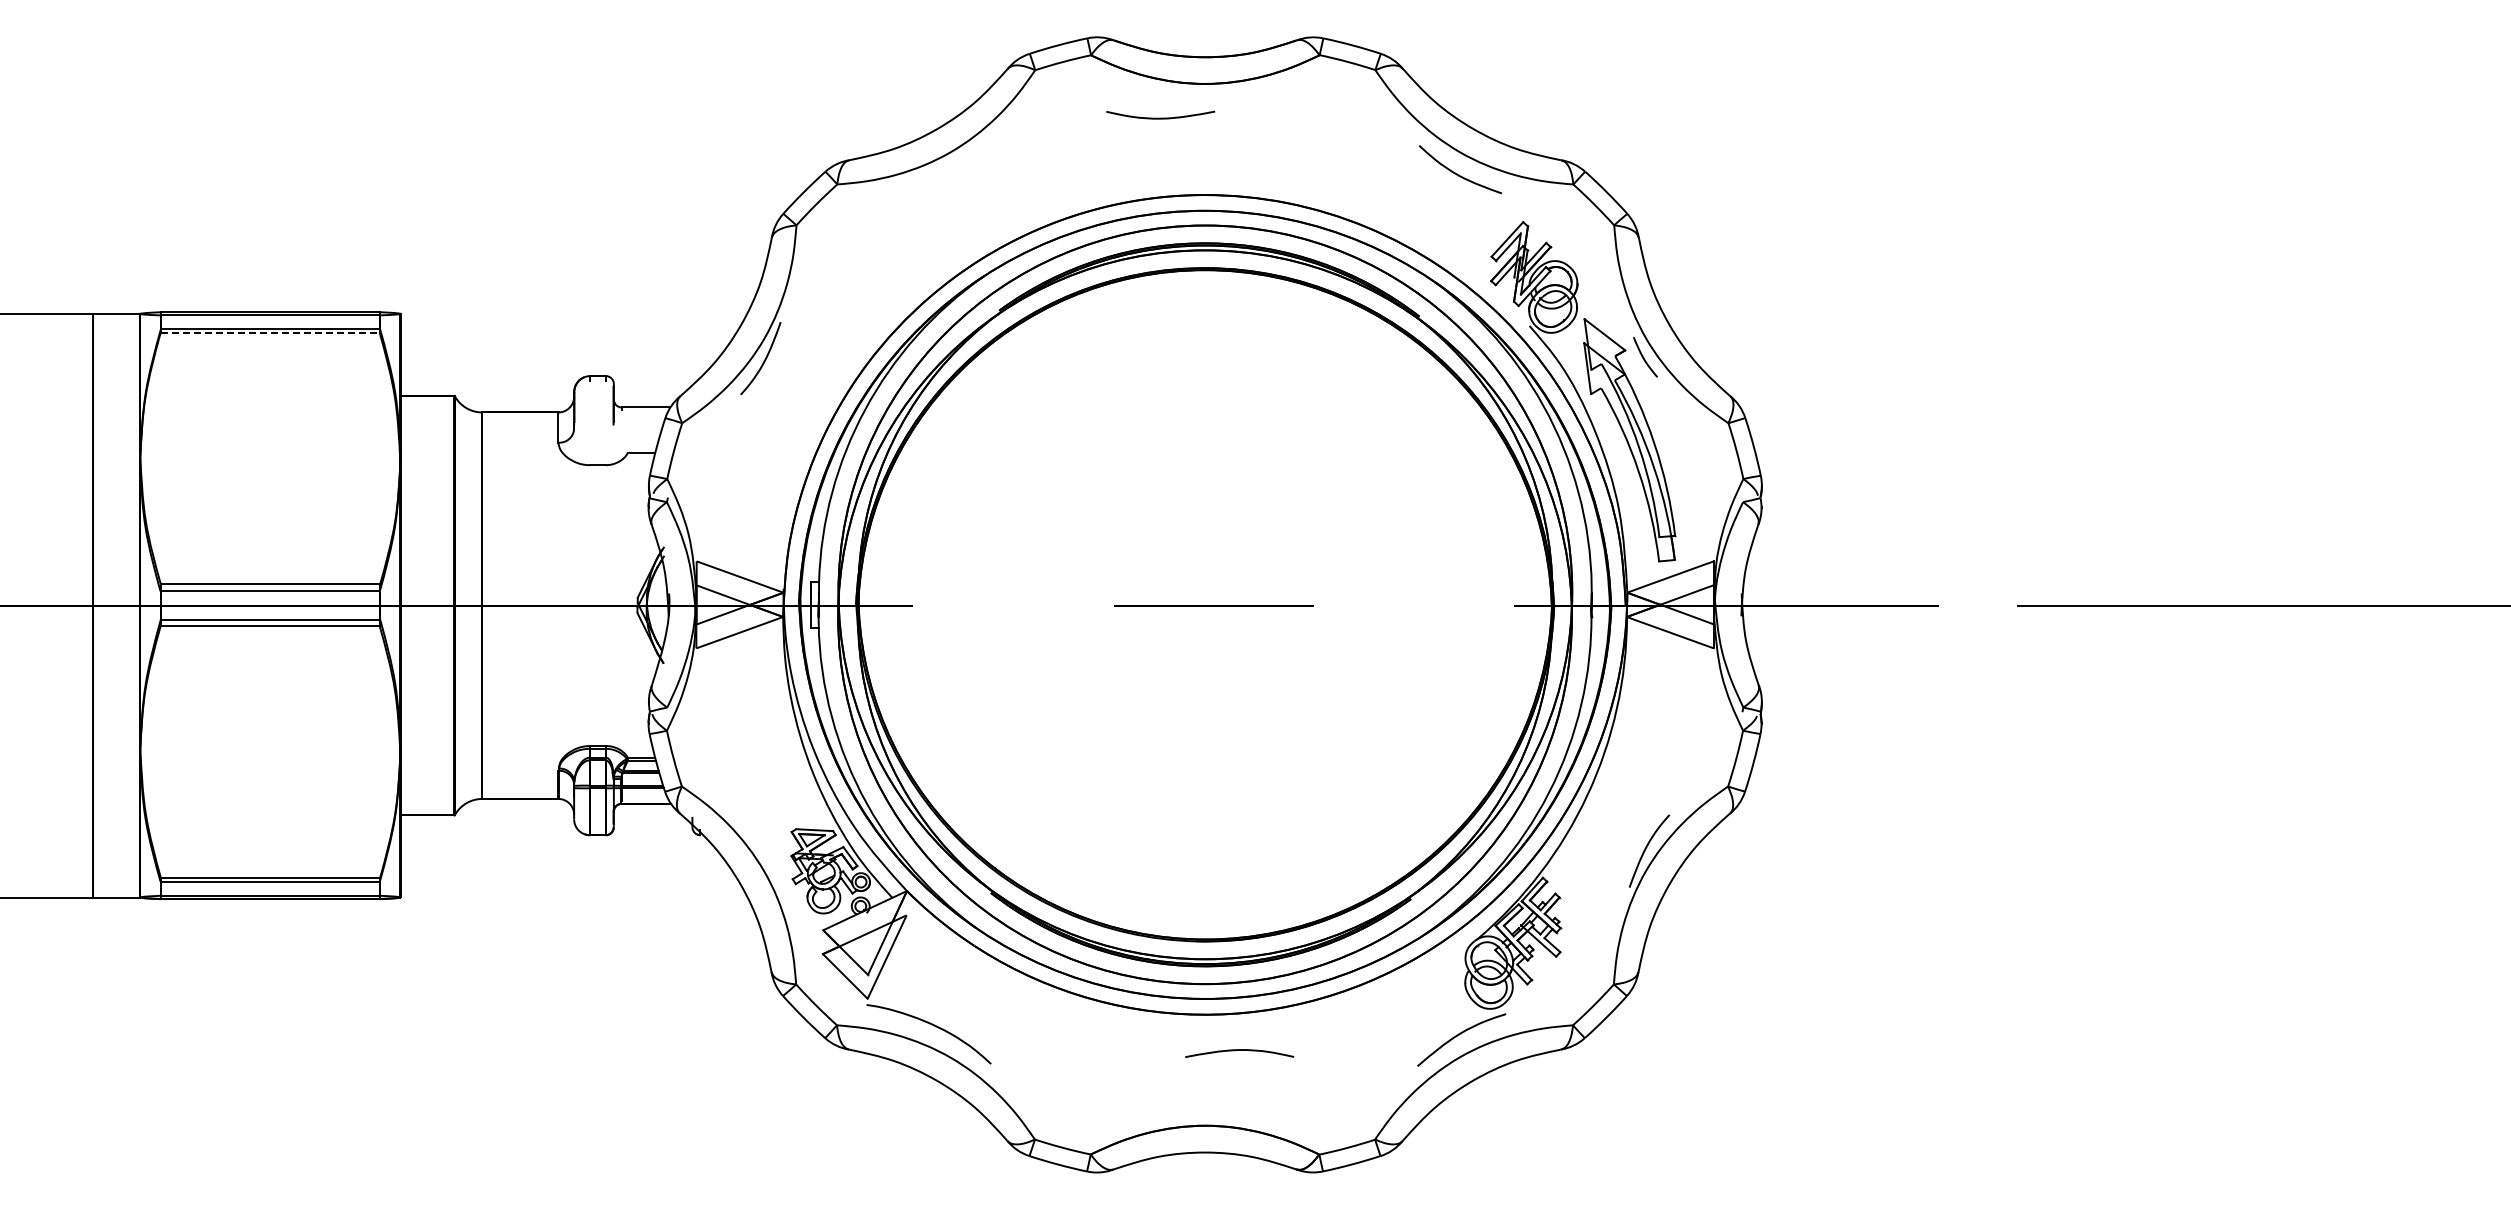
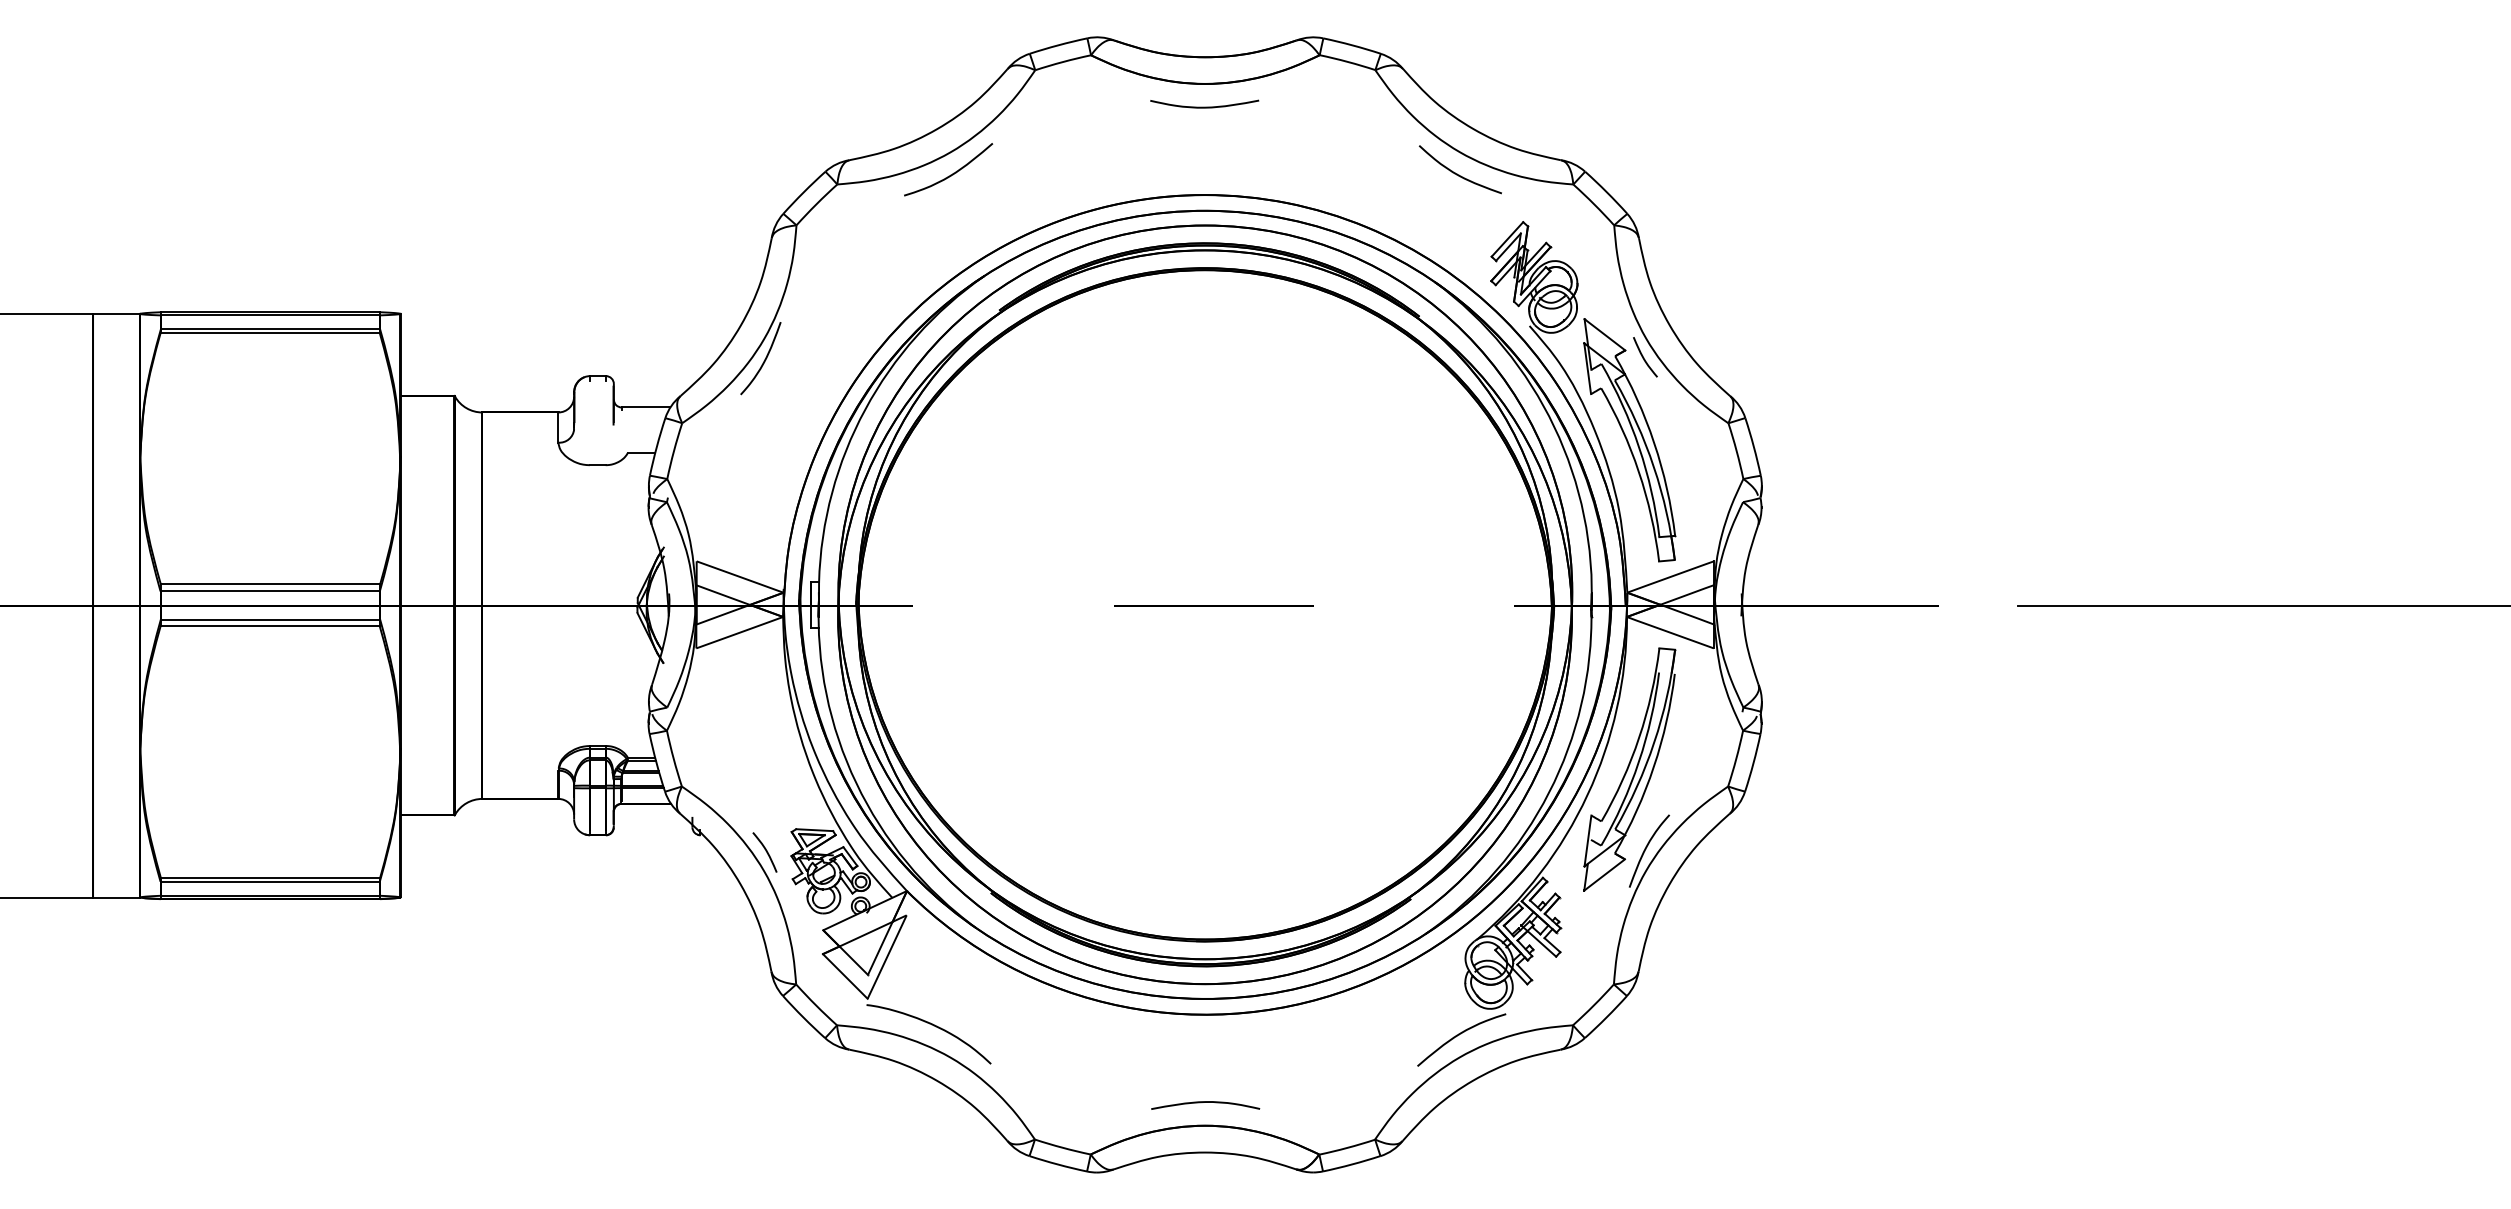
curve at (1160, 117) position: (1160, 117) -> (1204, 106)
curve at (950, 174): none -> present
line at (270, 333): dashed -> solid
part at (1629, 769): none -> present
curve at (765, 851): none -> present
curve at (1239, 1050) position: (1239, 1050) -> (1205, 1102)
